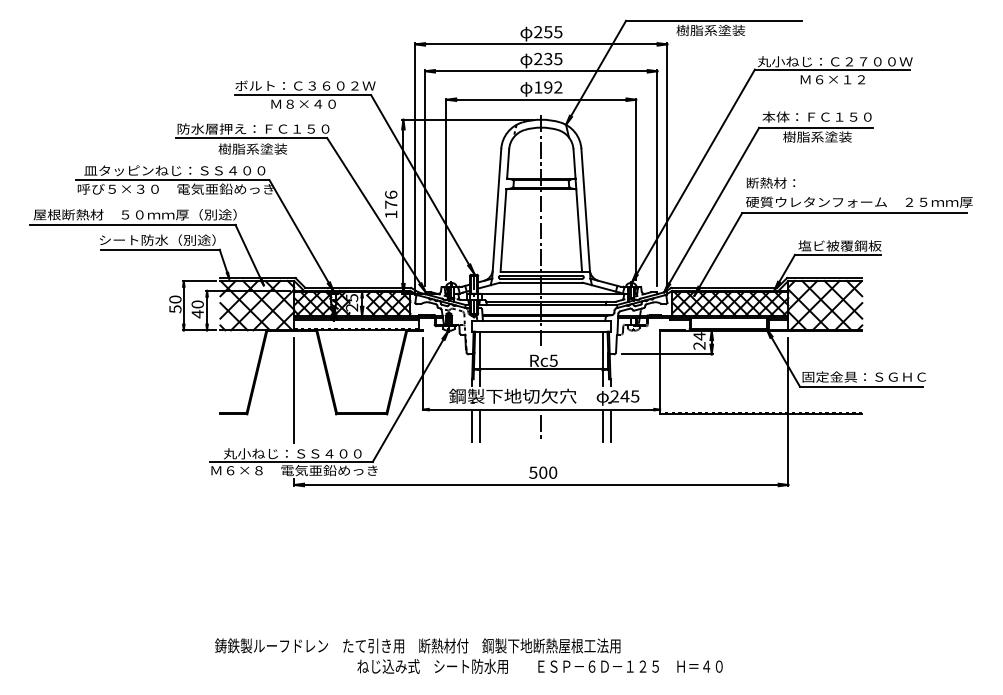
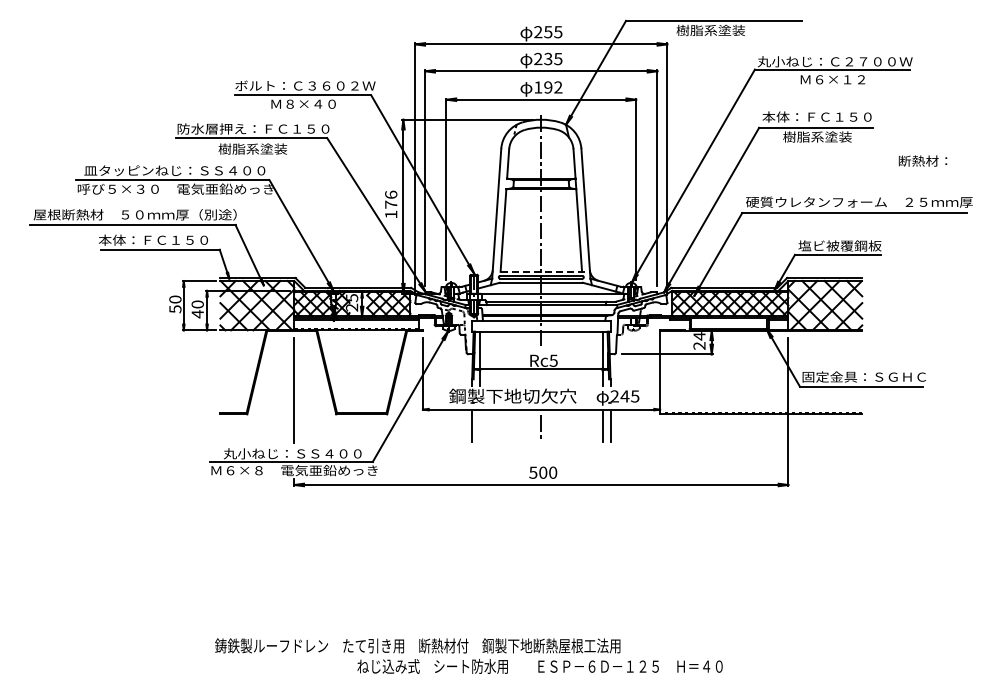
text at (770, 182) position: (770, 182) -> (922, 160)
text at (156, 239): シート防水（別途） -> 本体：ＦＣ１５０
line at (545, 271): solid -> dashed
line at (479, 426): present -> none
